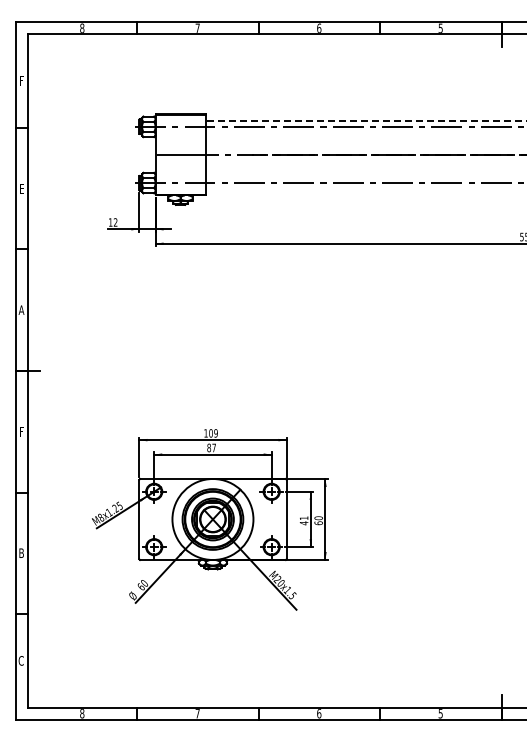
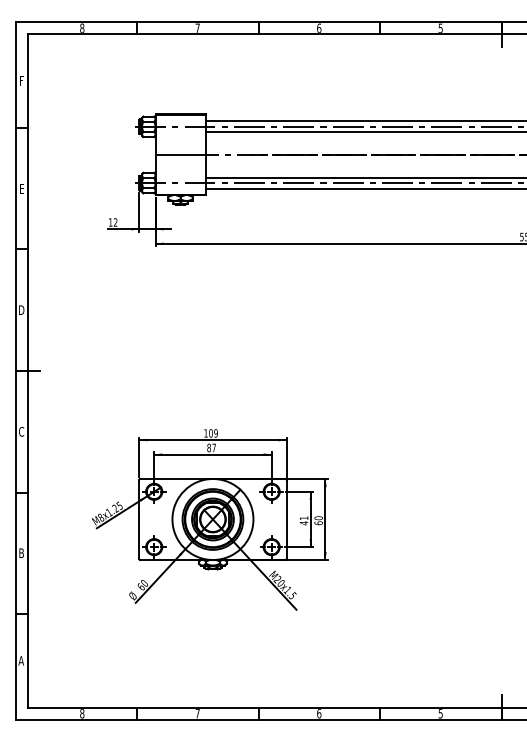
line at (365, 121): dashed -> solid
line at (364, 132): none -> present
line at (364, 177): none -> present
line at (364, 188): none -> present
text at (21, 309): A -> D
text at (21, 431): F -> C
text at (21, 660): C -> A
